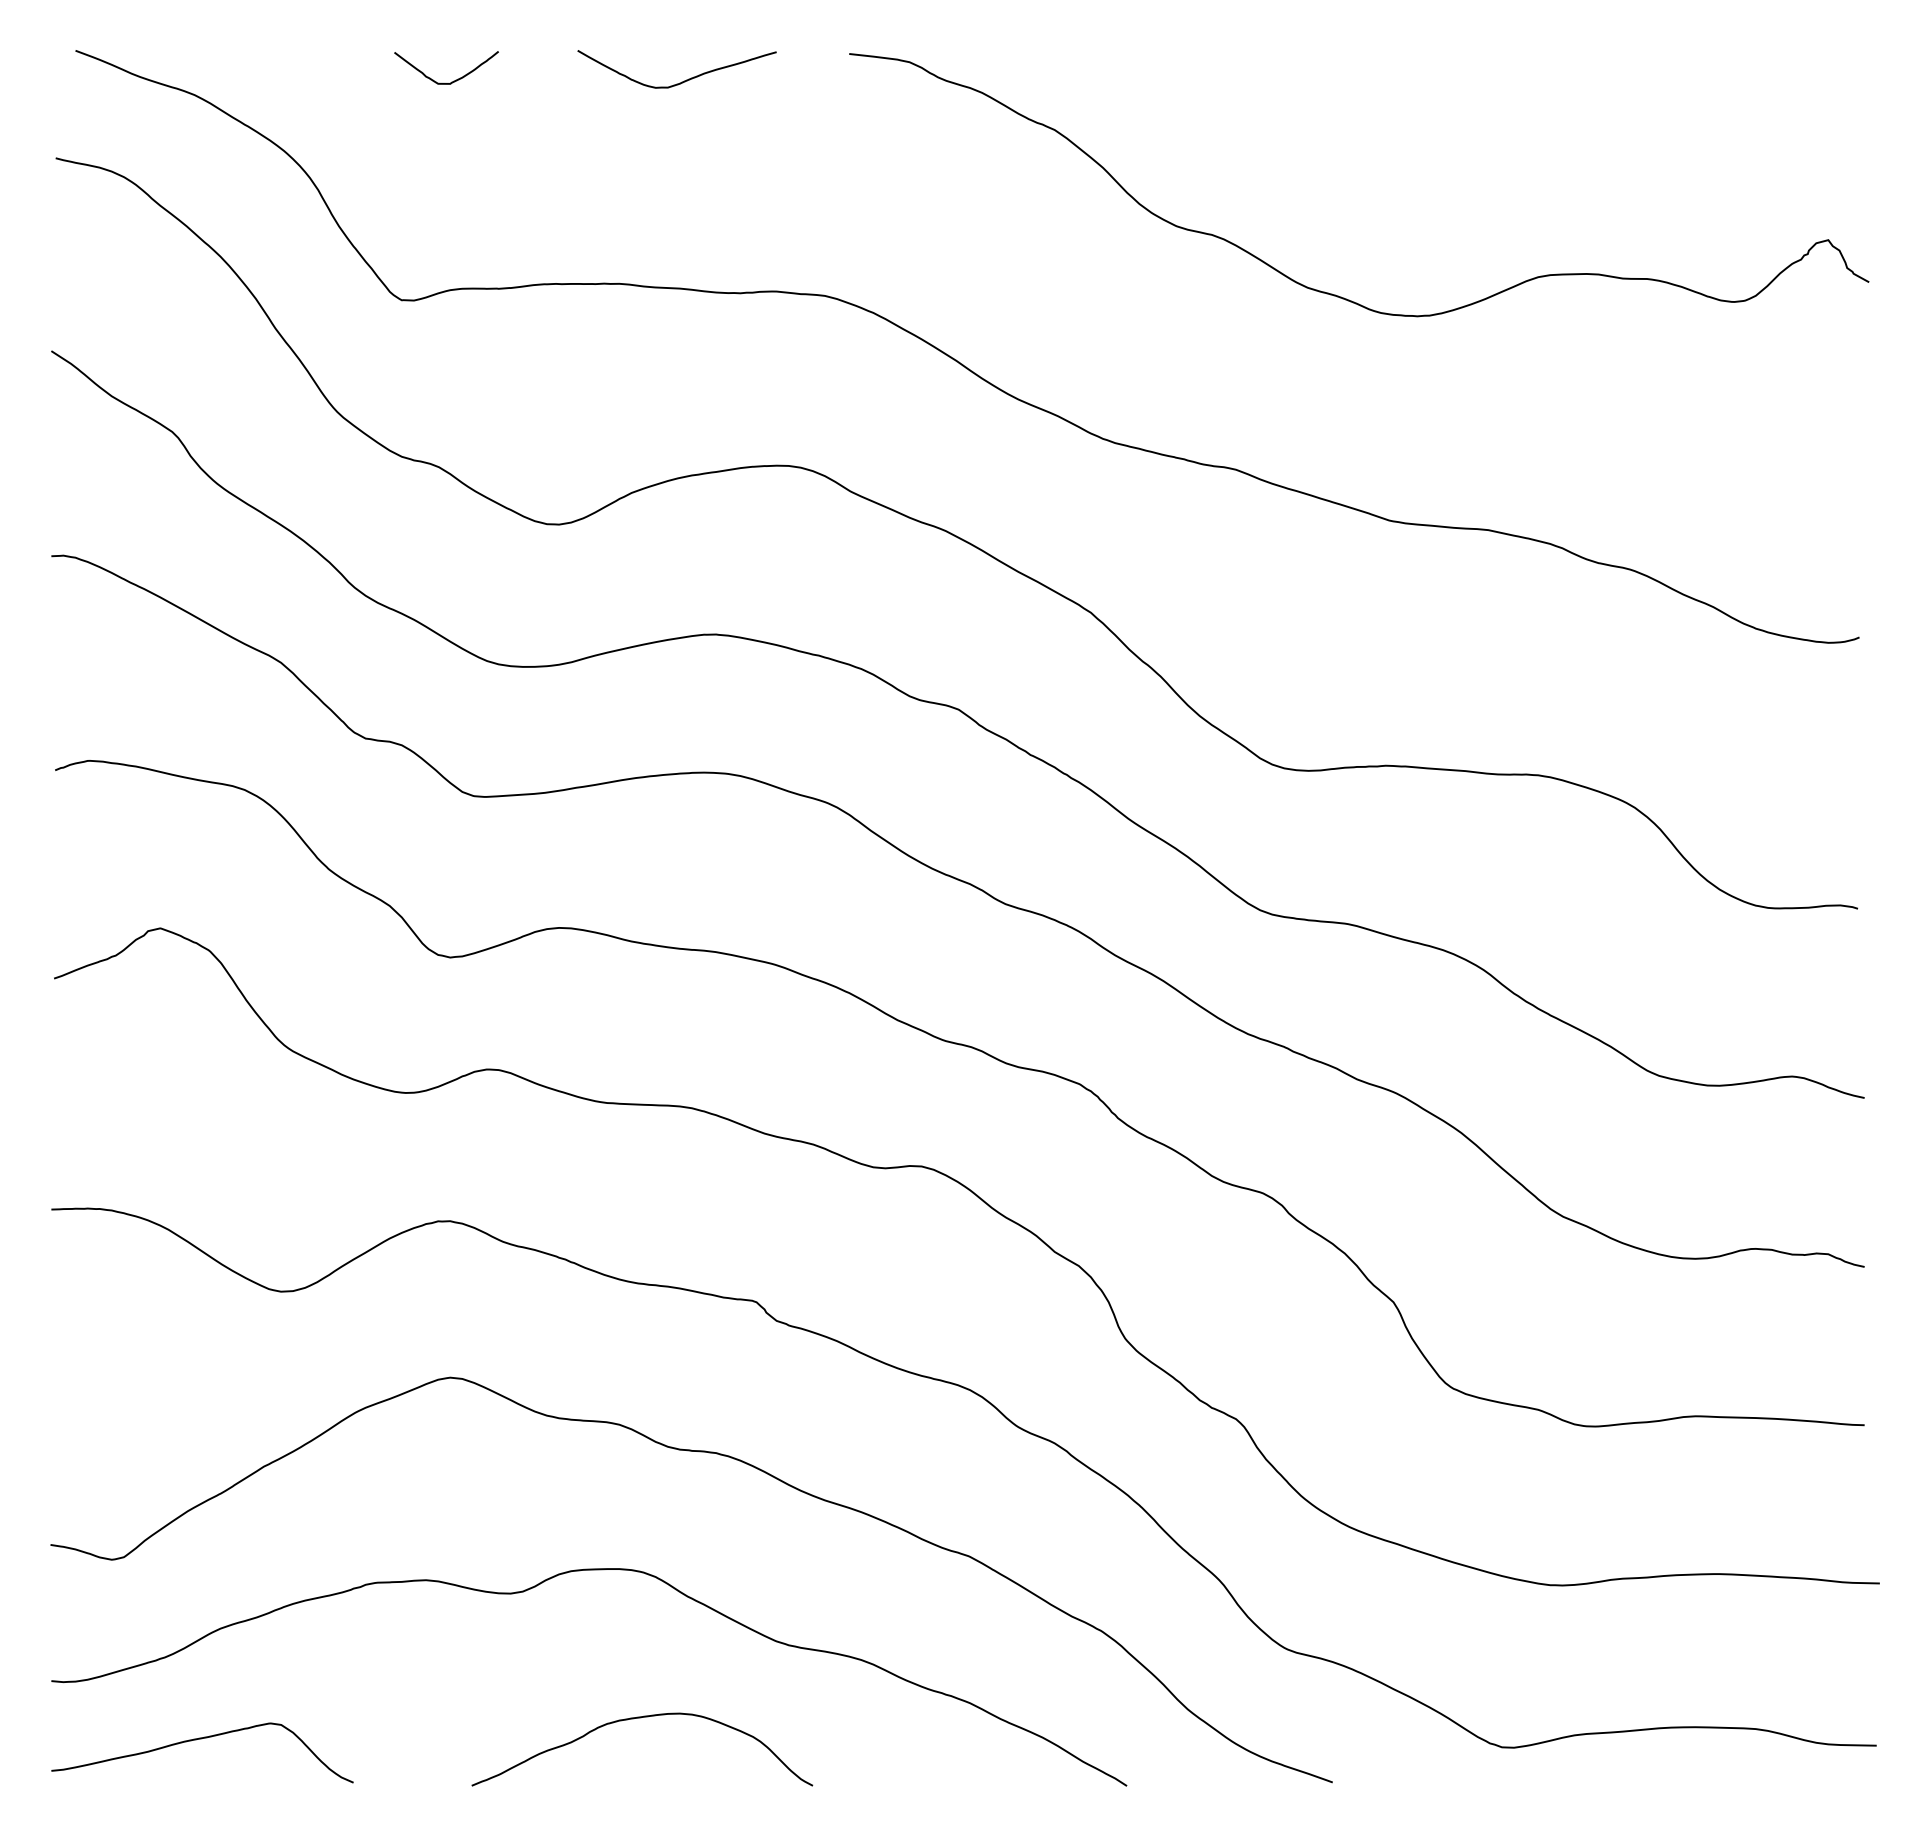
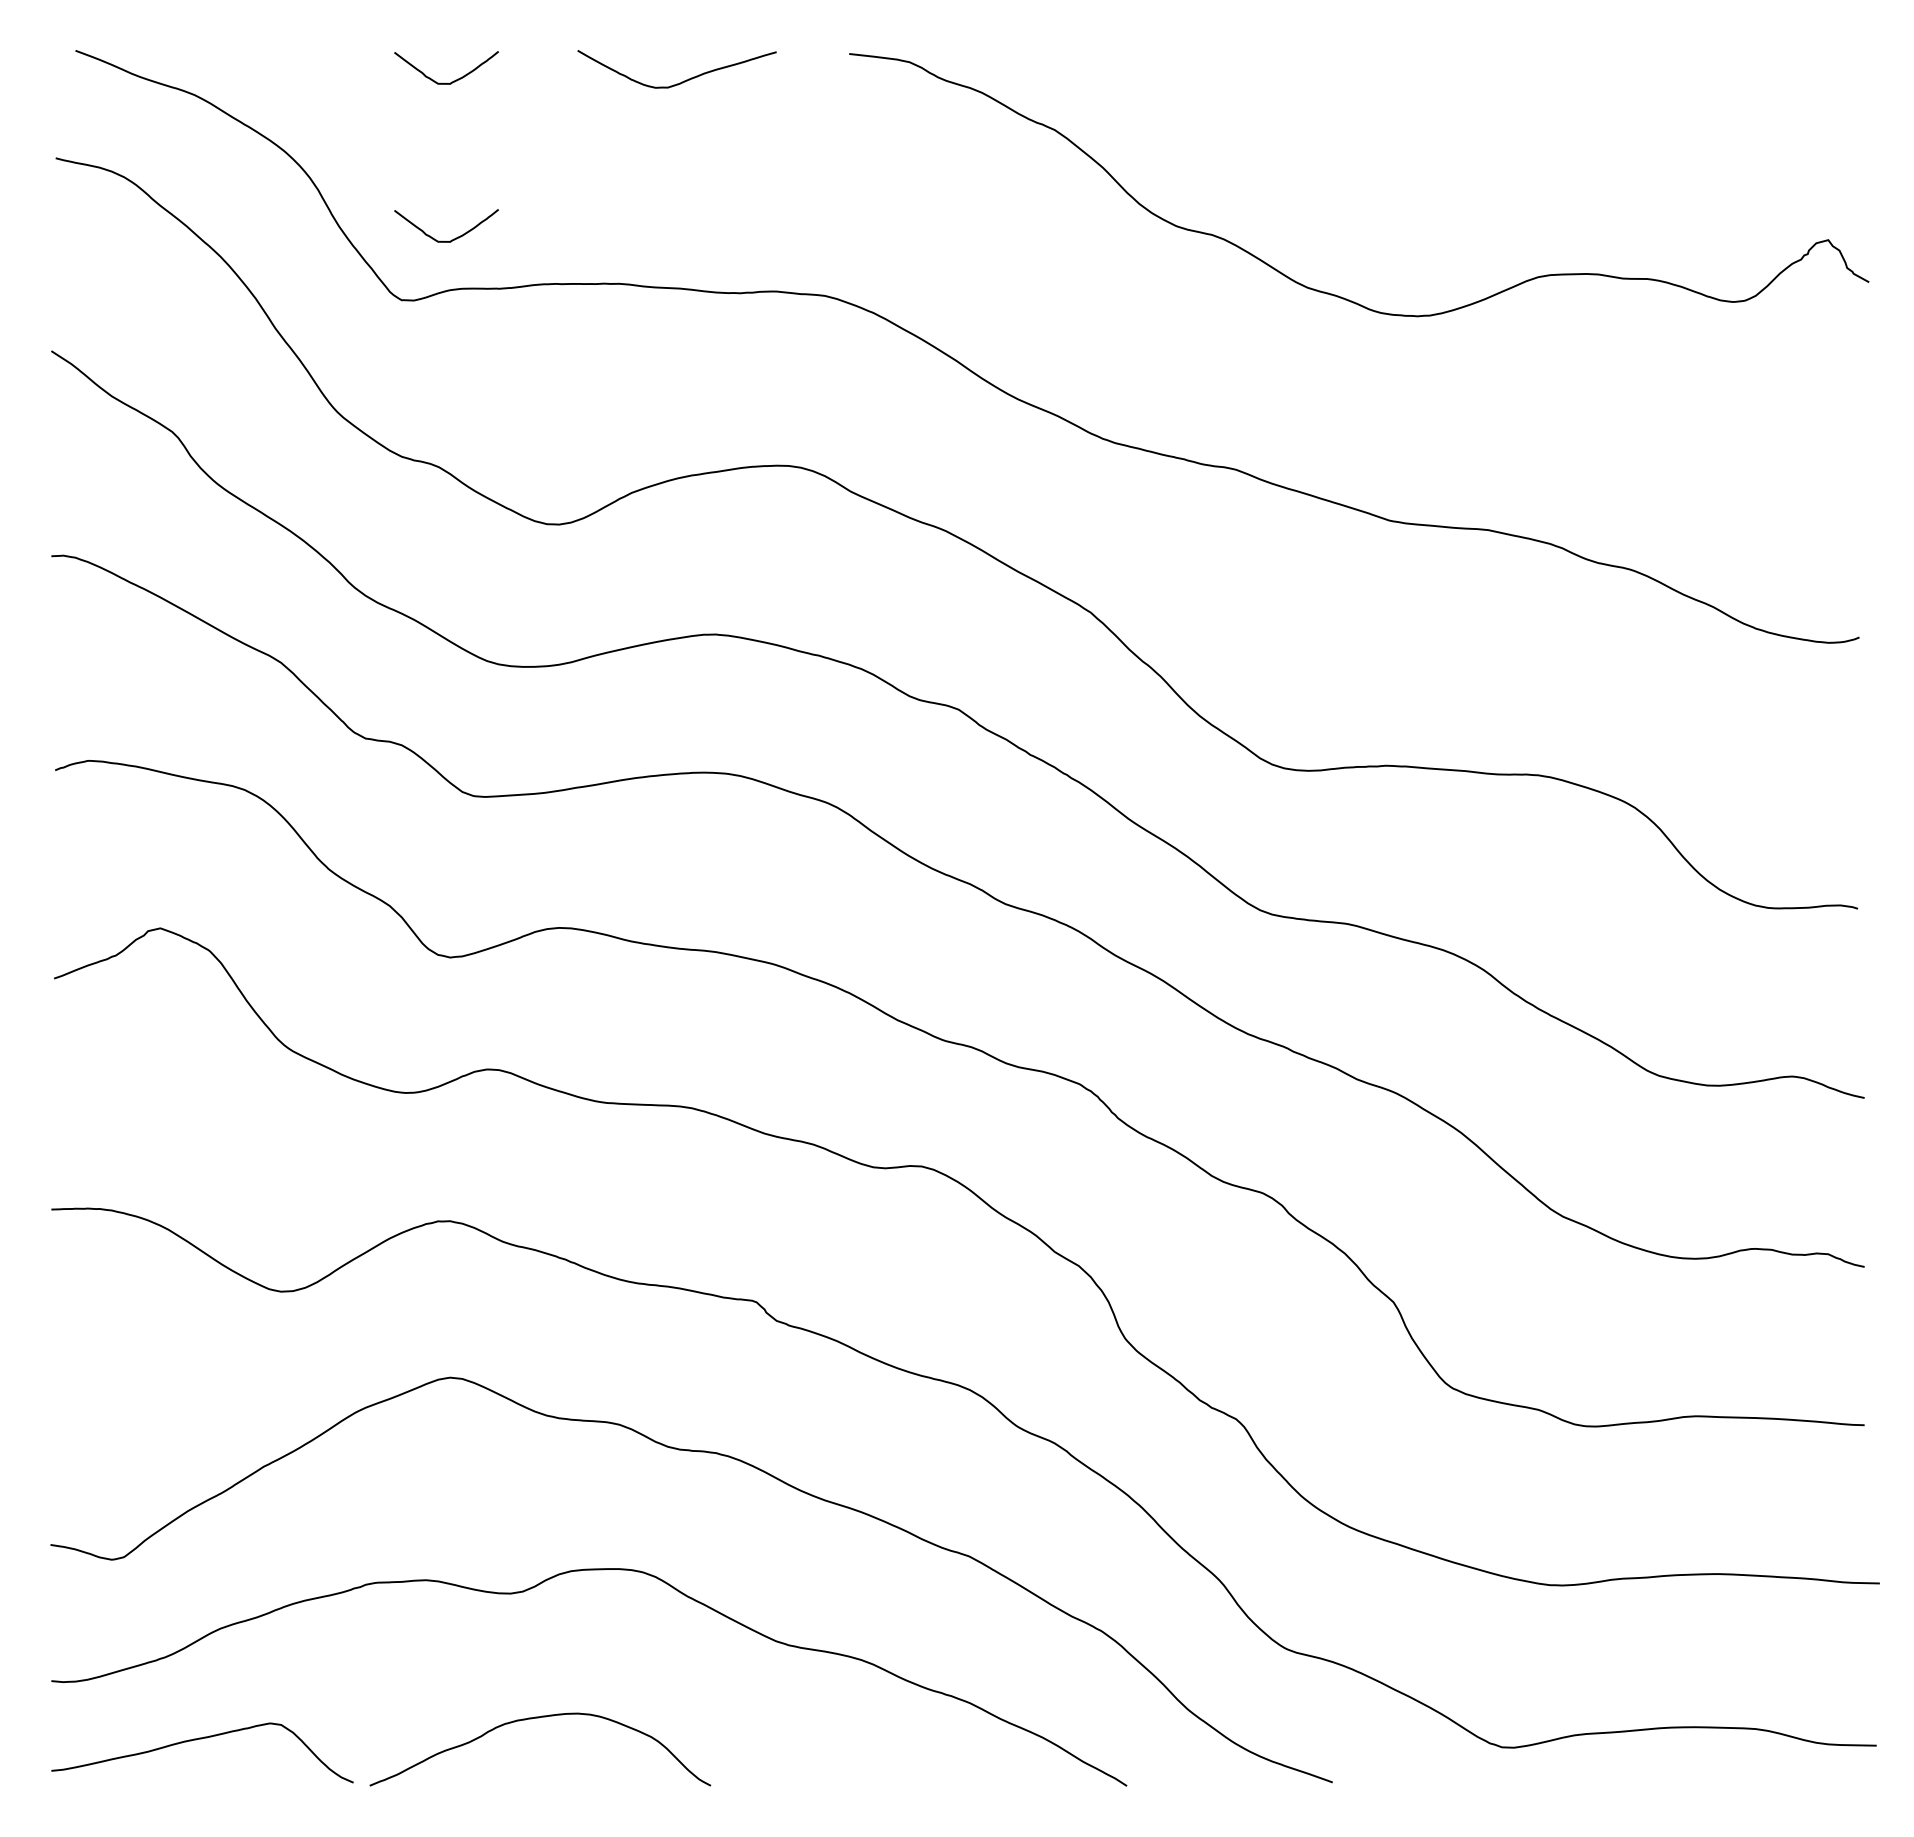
curve at (453, 238): none -> present
curve at (641, 1718) position: (641, 1718) -> (539, 1718)
